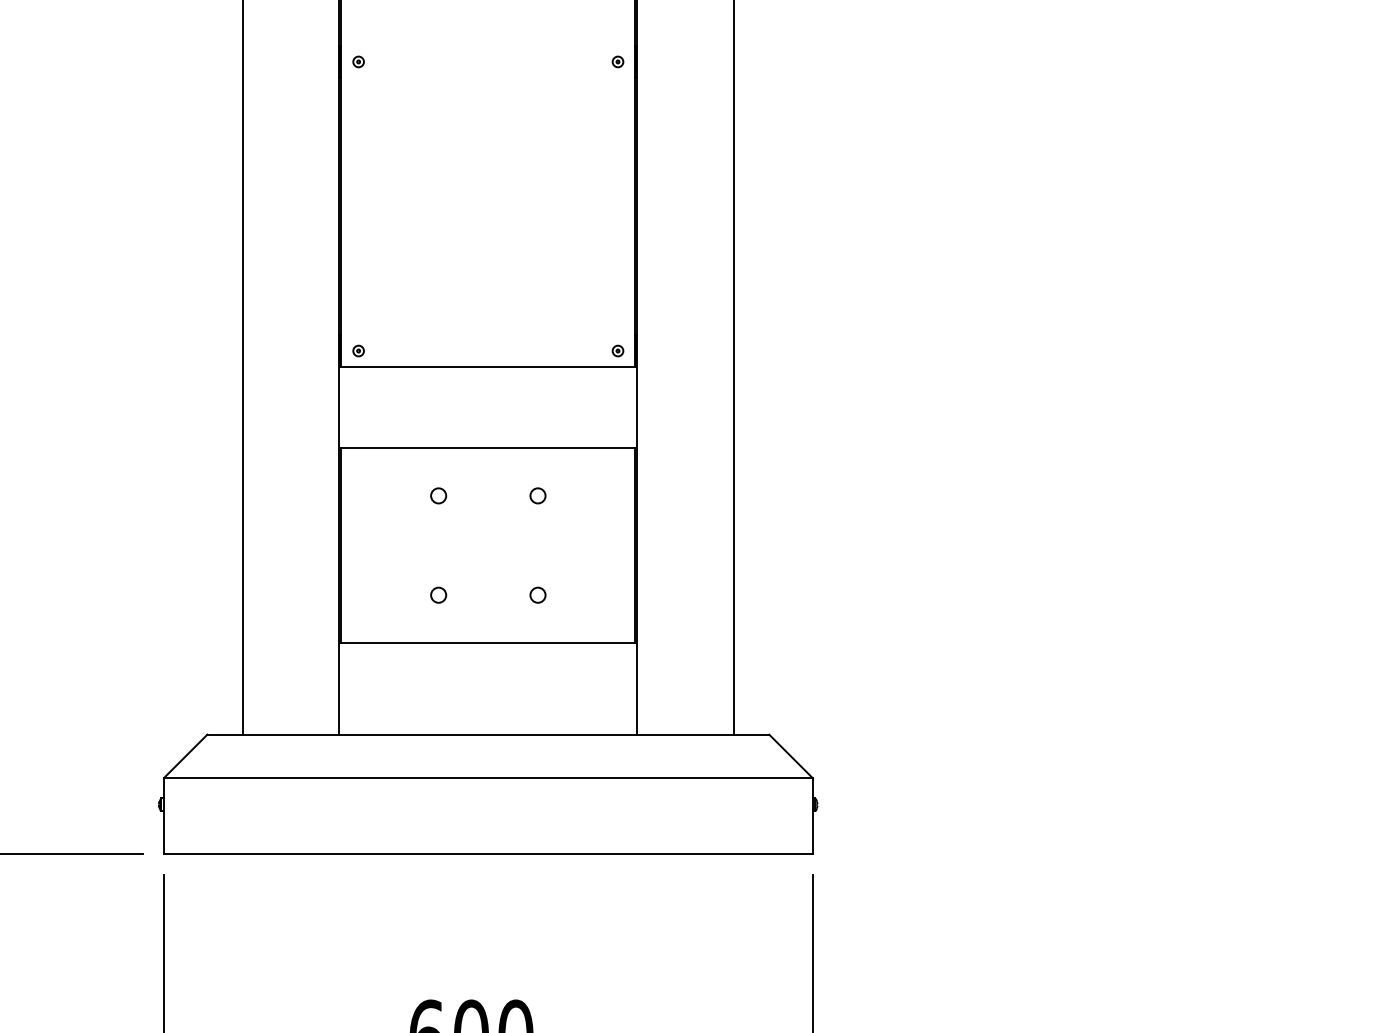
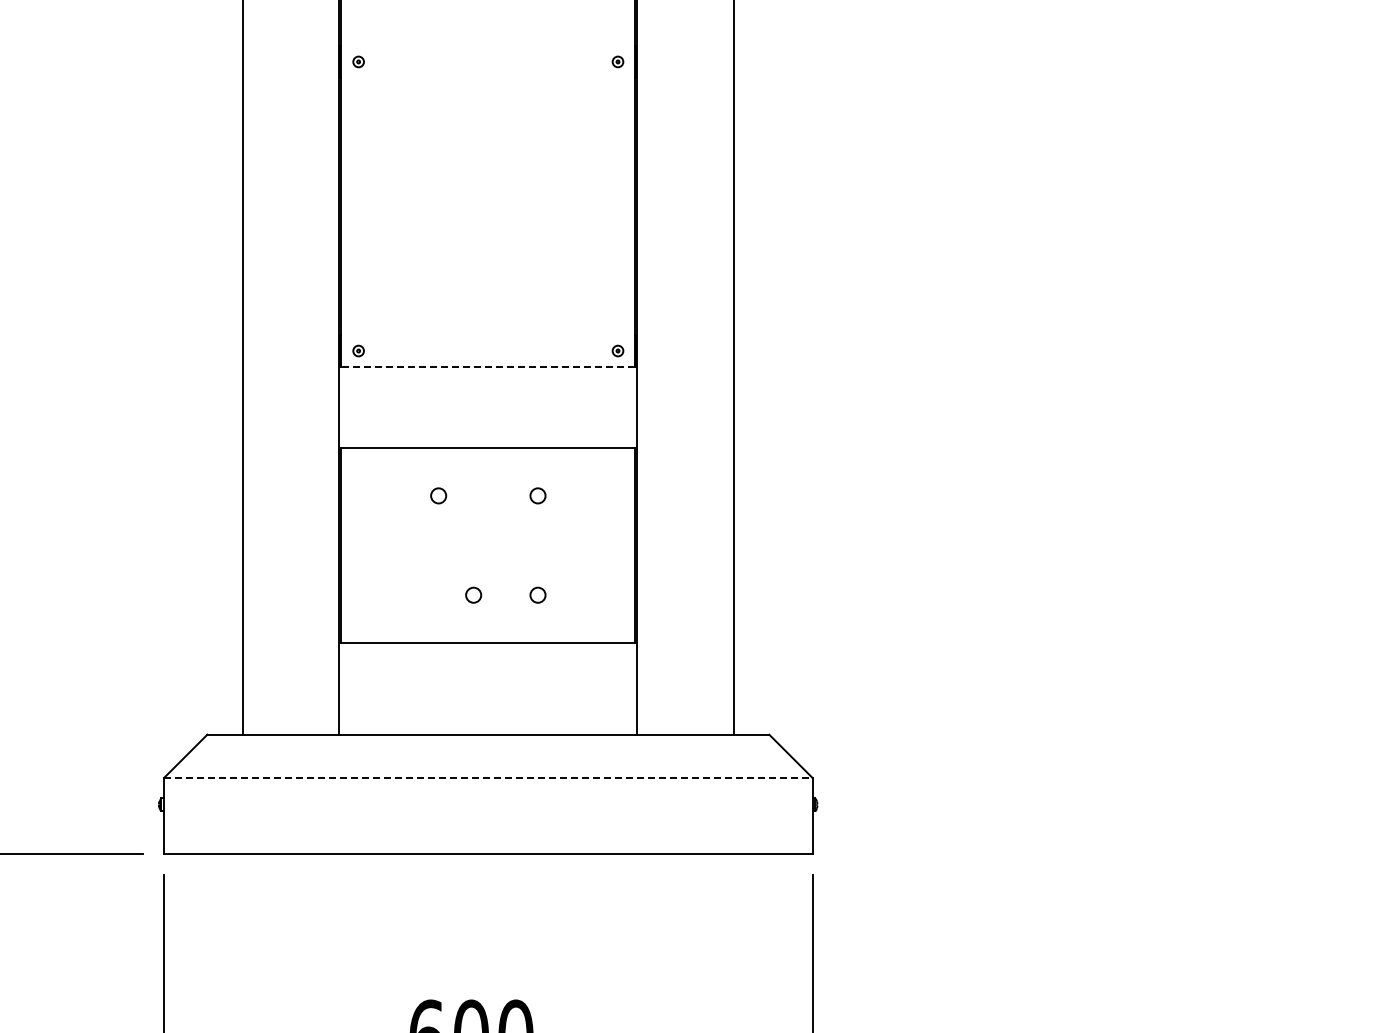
line at (488, 367): solid -> dashed
circle at (438, 594) position: (438, 594) -> (473, 594)
line at (488, 777): solid -> dashed
